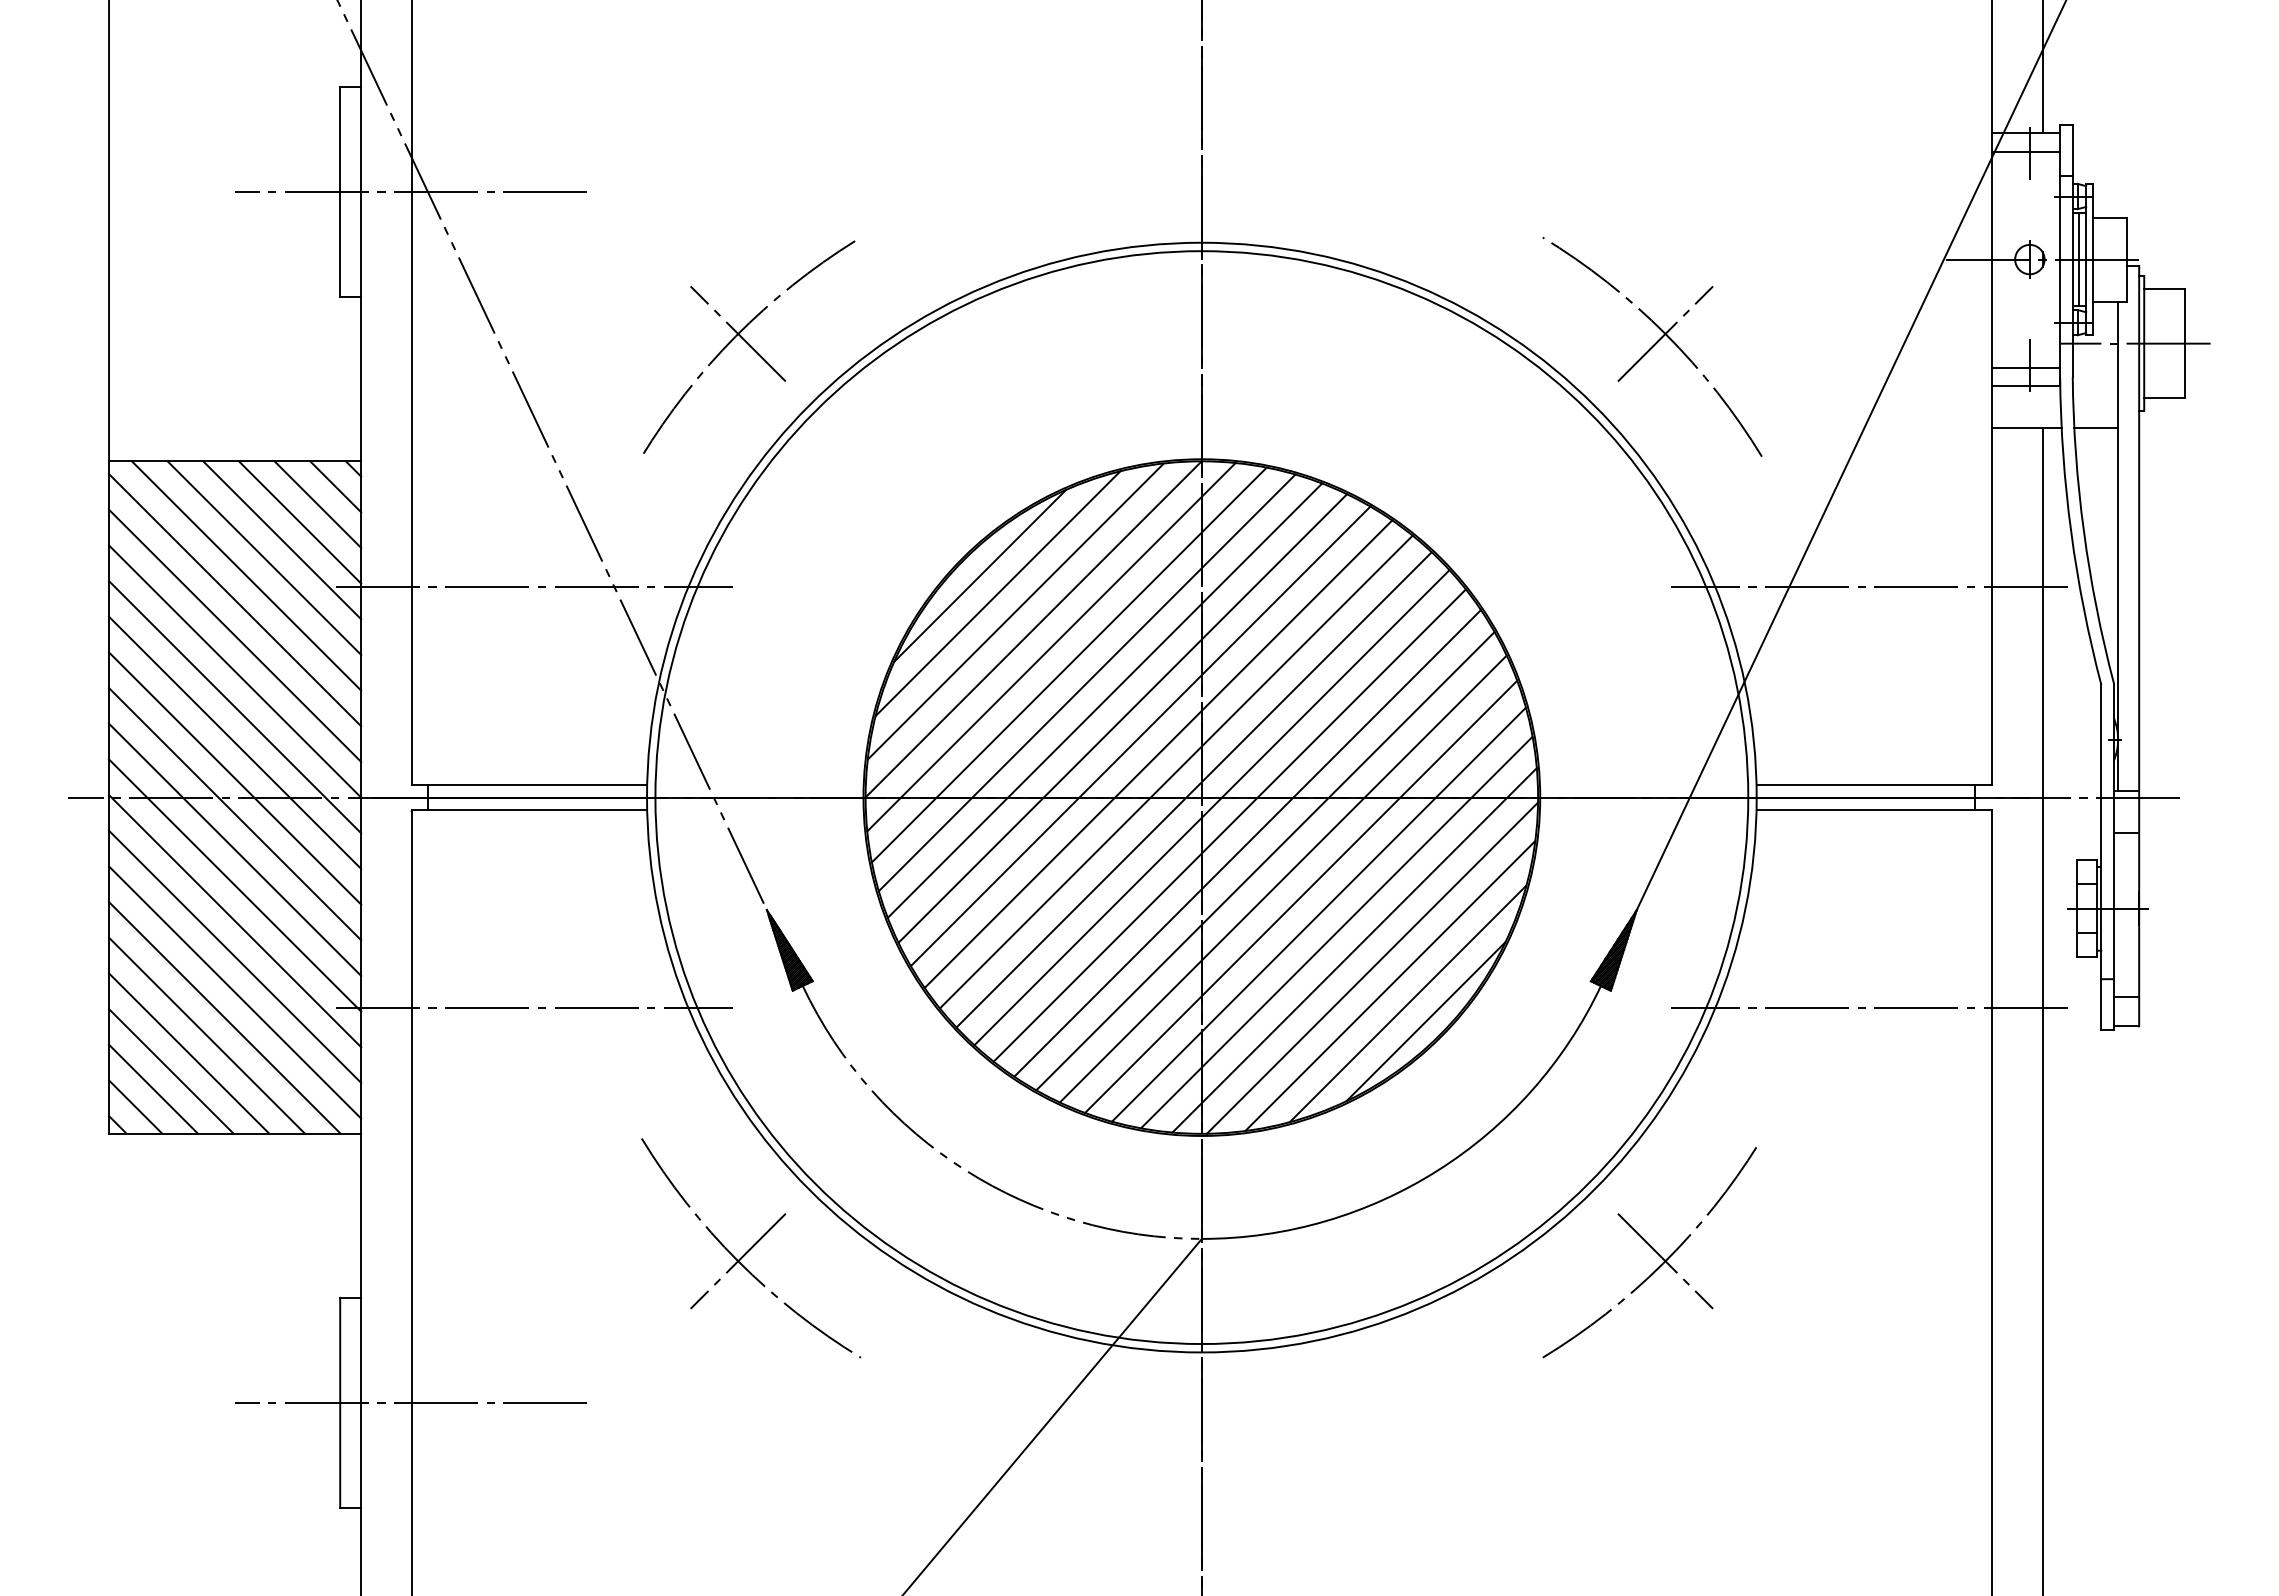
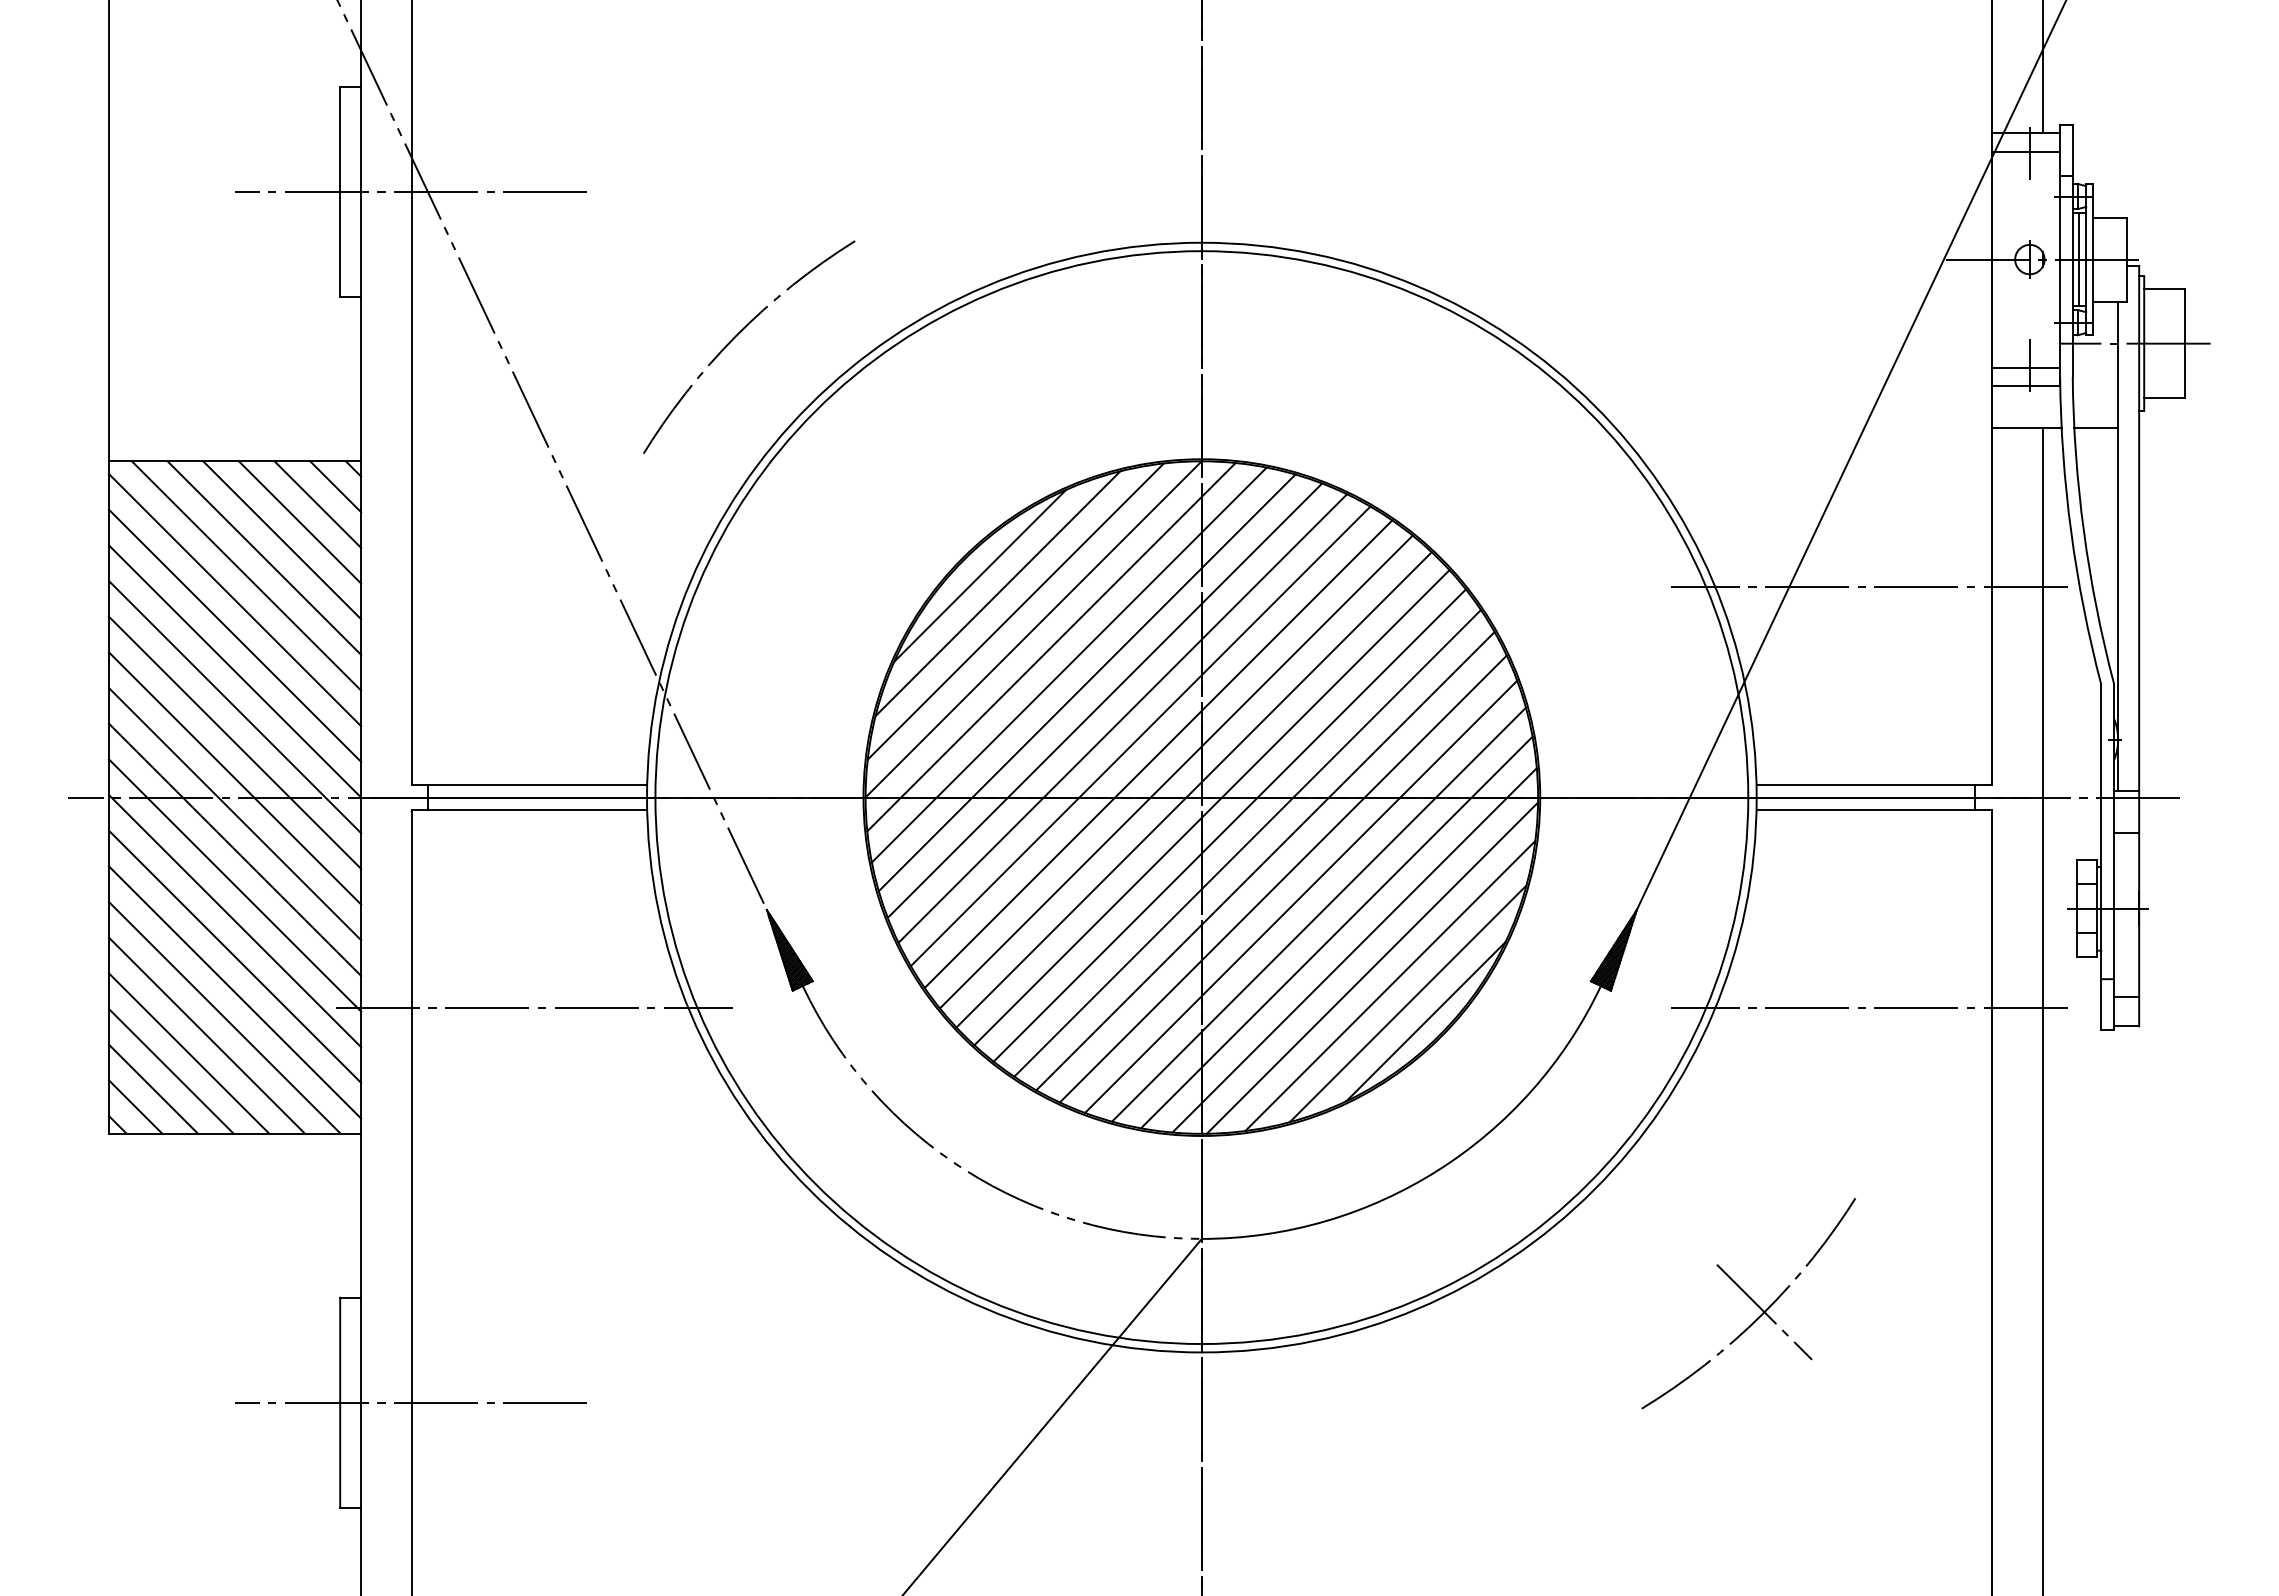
line at (737, 333): present -> none
part at (1652, 346): present -> none
line at (534, 587): present -> none
part at (751, 1248): present -> none
part at (1649, 1252) position: (1649, 1252) -> (1748, 1303)
